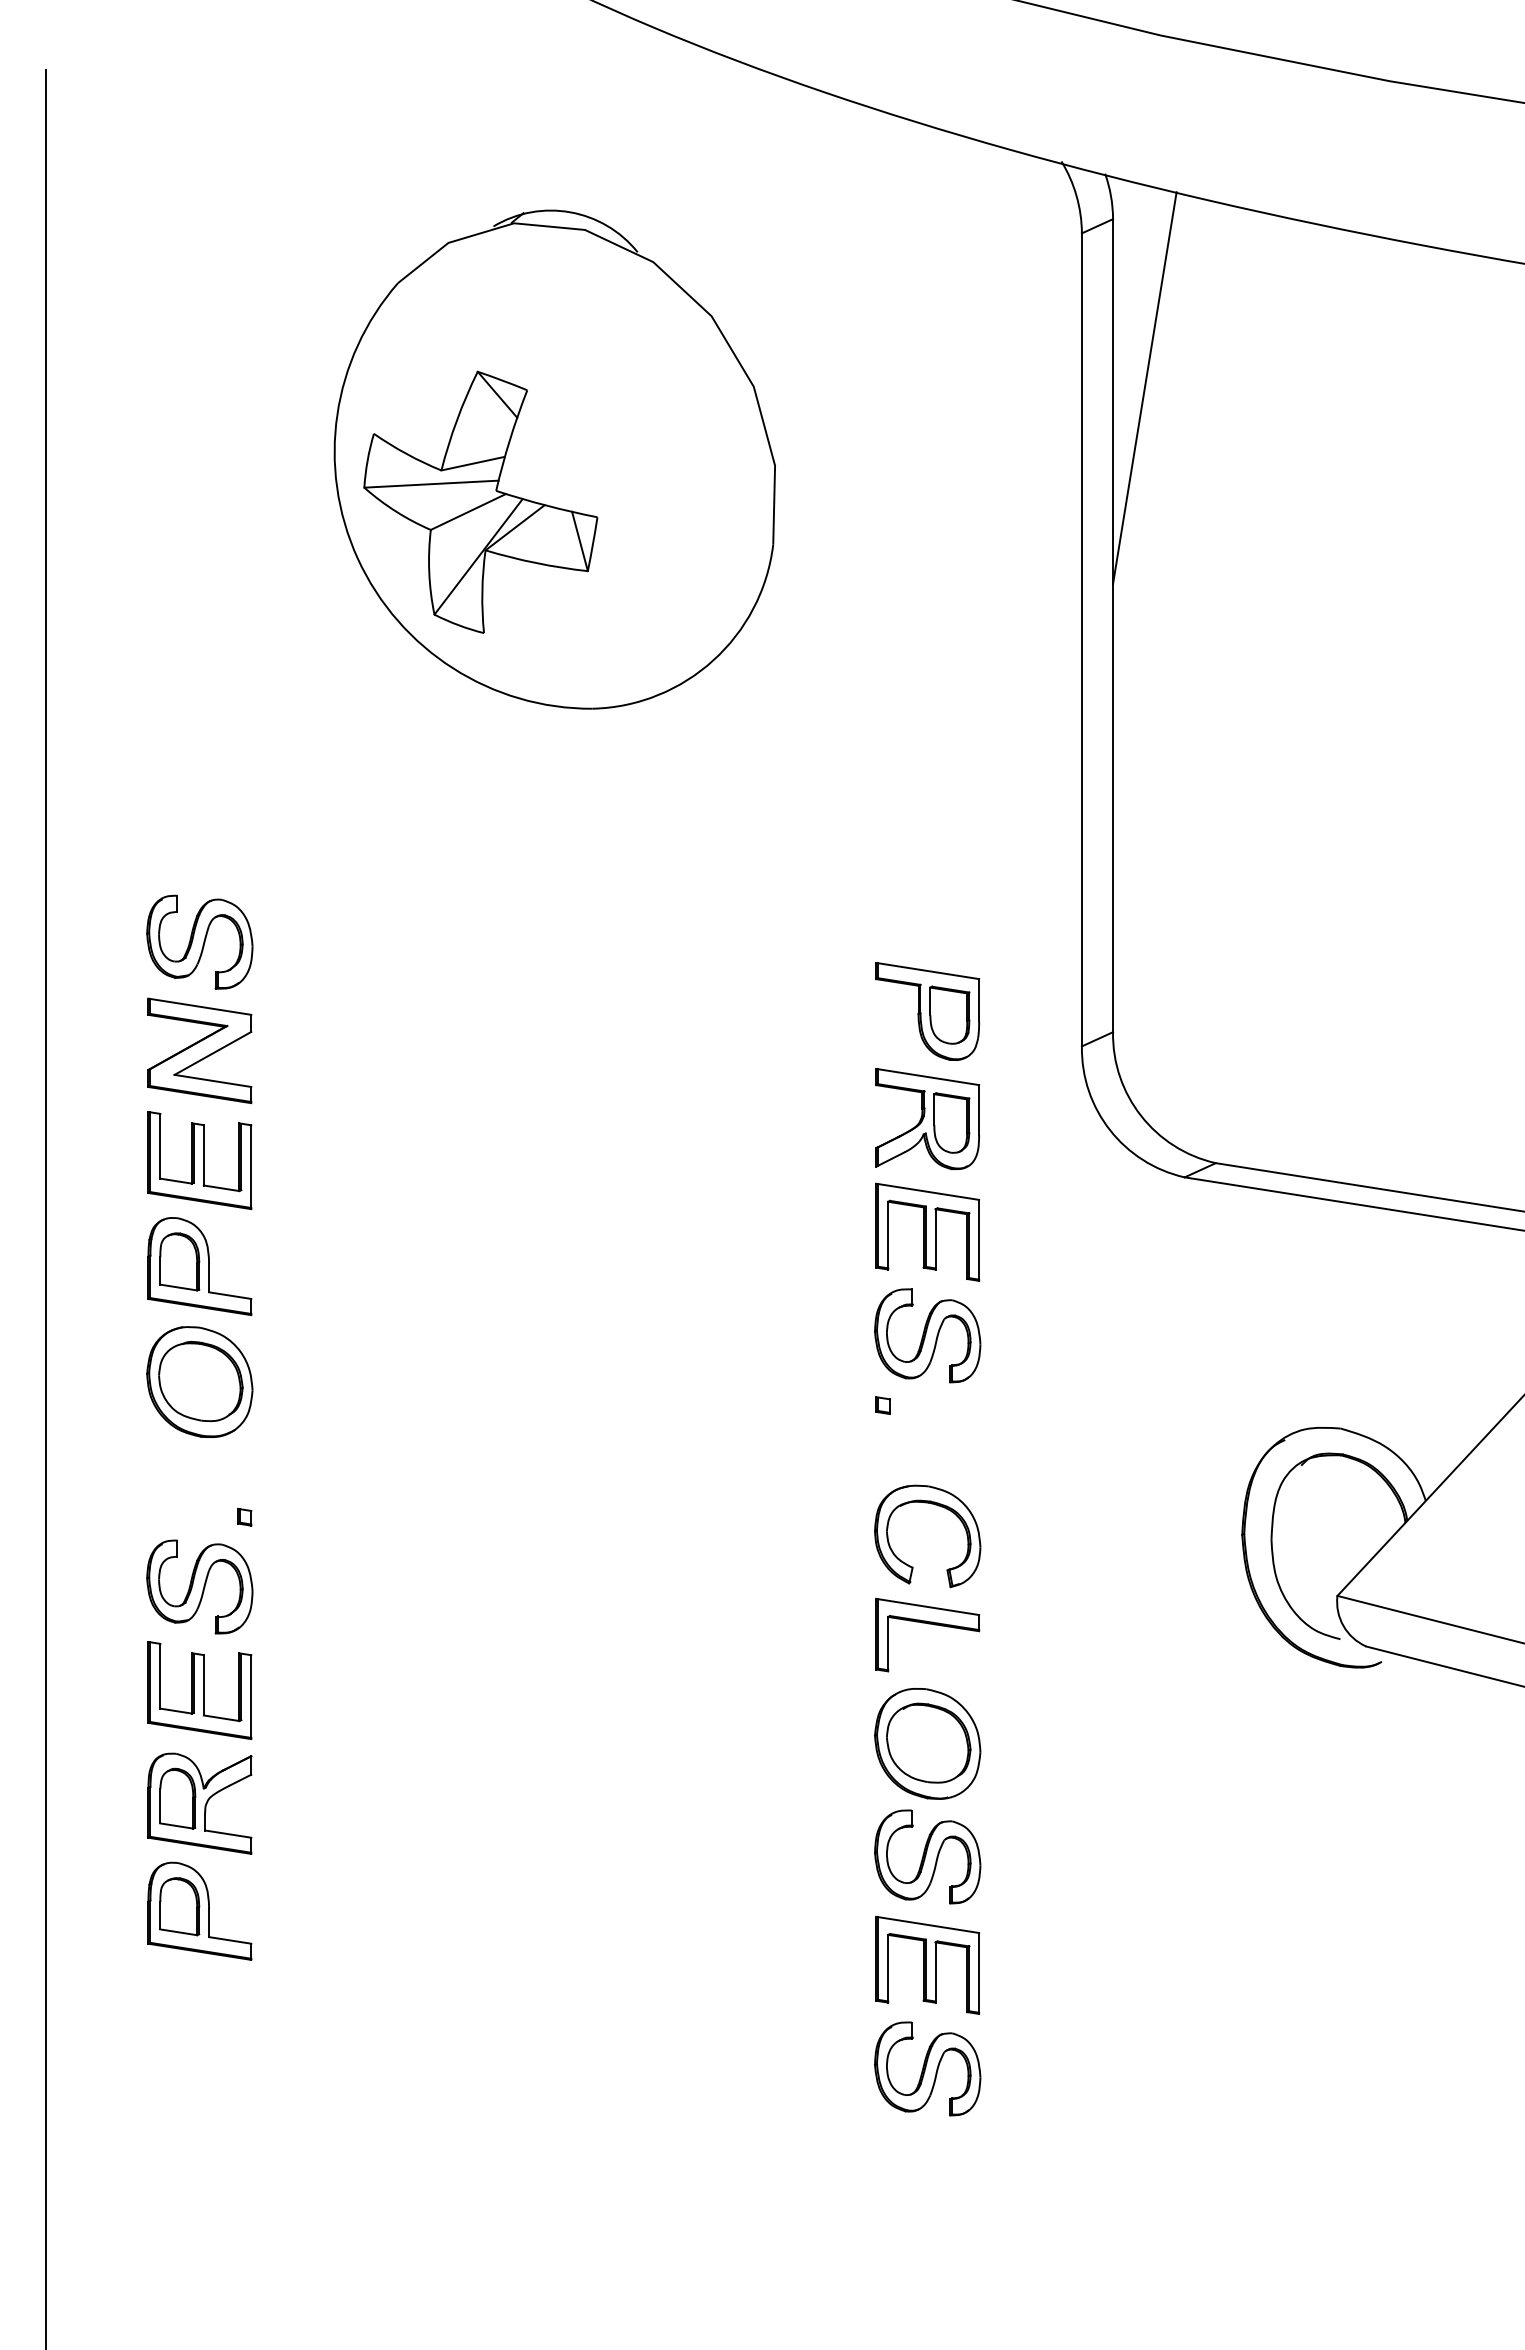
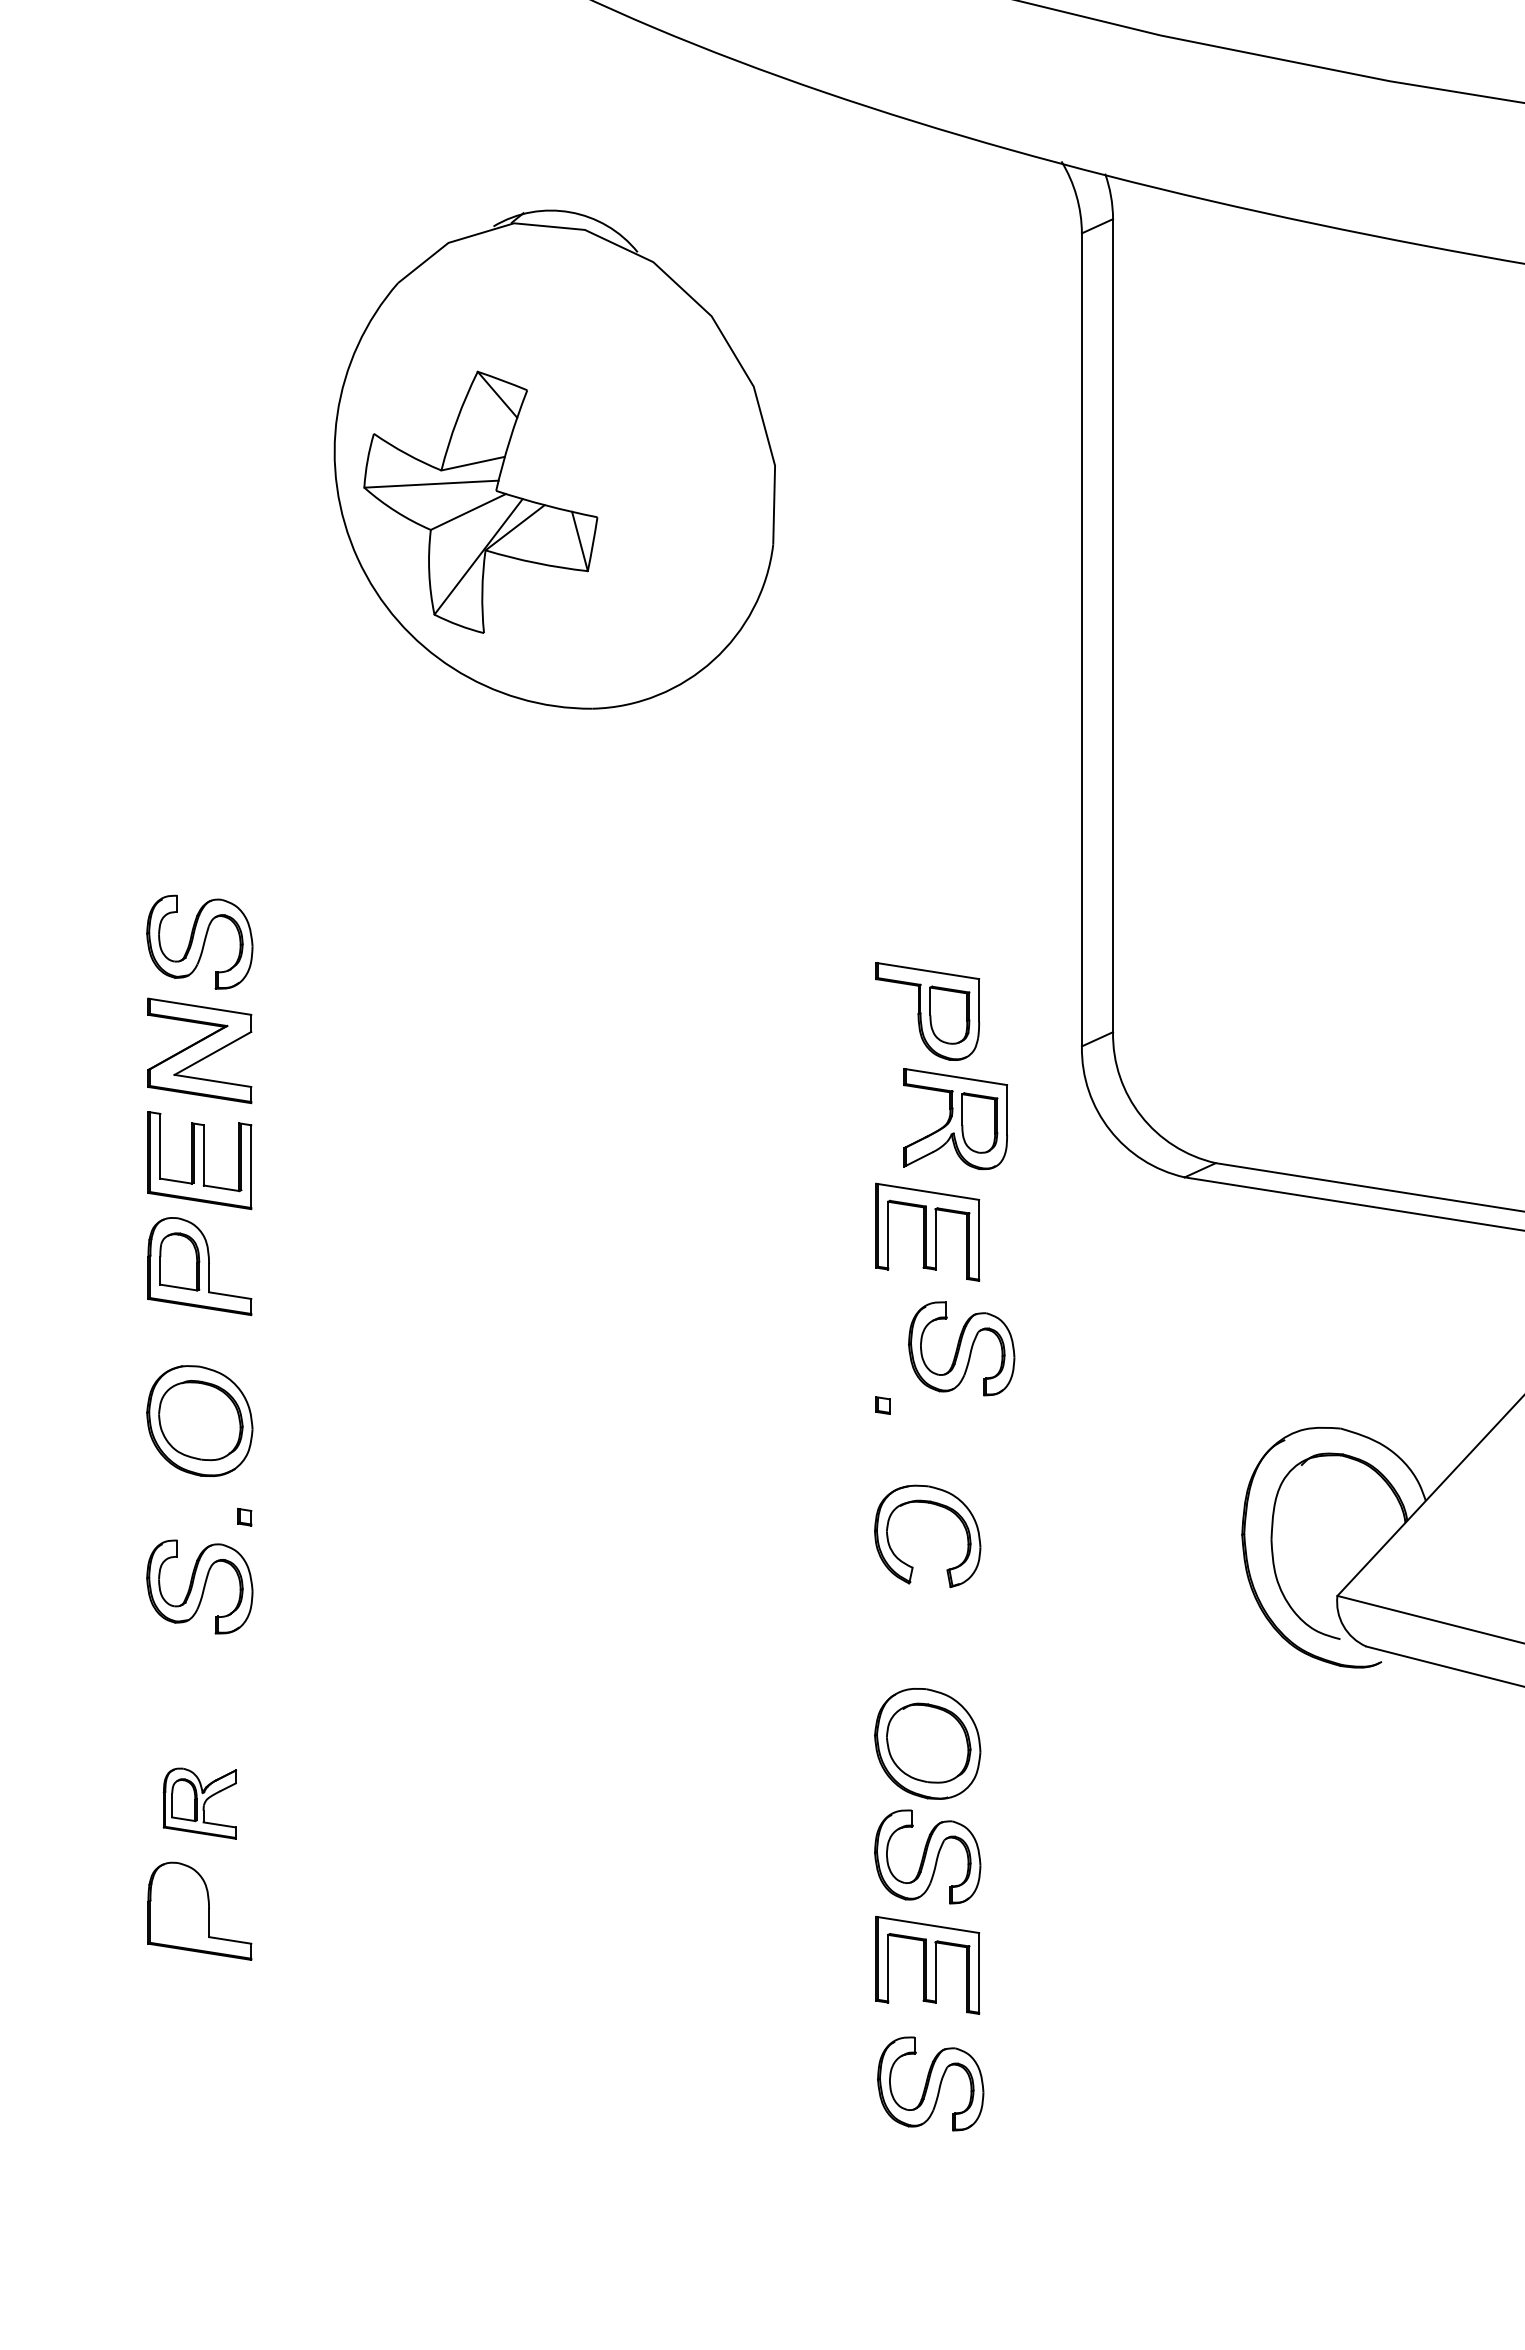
line at (1144, 387): present -> none
part at (927, 1119) position: (927, 1119) -> (955, 1119)
line at (45, 1208): present -> none
part at (927, 1335) position: (927, 1335) -> (961, 1348)
part at (199, 1381) position: (199, 1381) -> (199, 1420)
part at (928, 1624): present -> none
part at (199, 1690): present -> none
part at (199, 1803) size: 106x103 px -> 75x73 px
part at (179, 1906): present -> none
part at (927, 2068) position: (927, 2068) -> (930, 2083)
